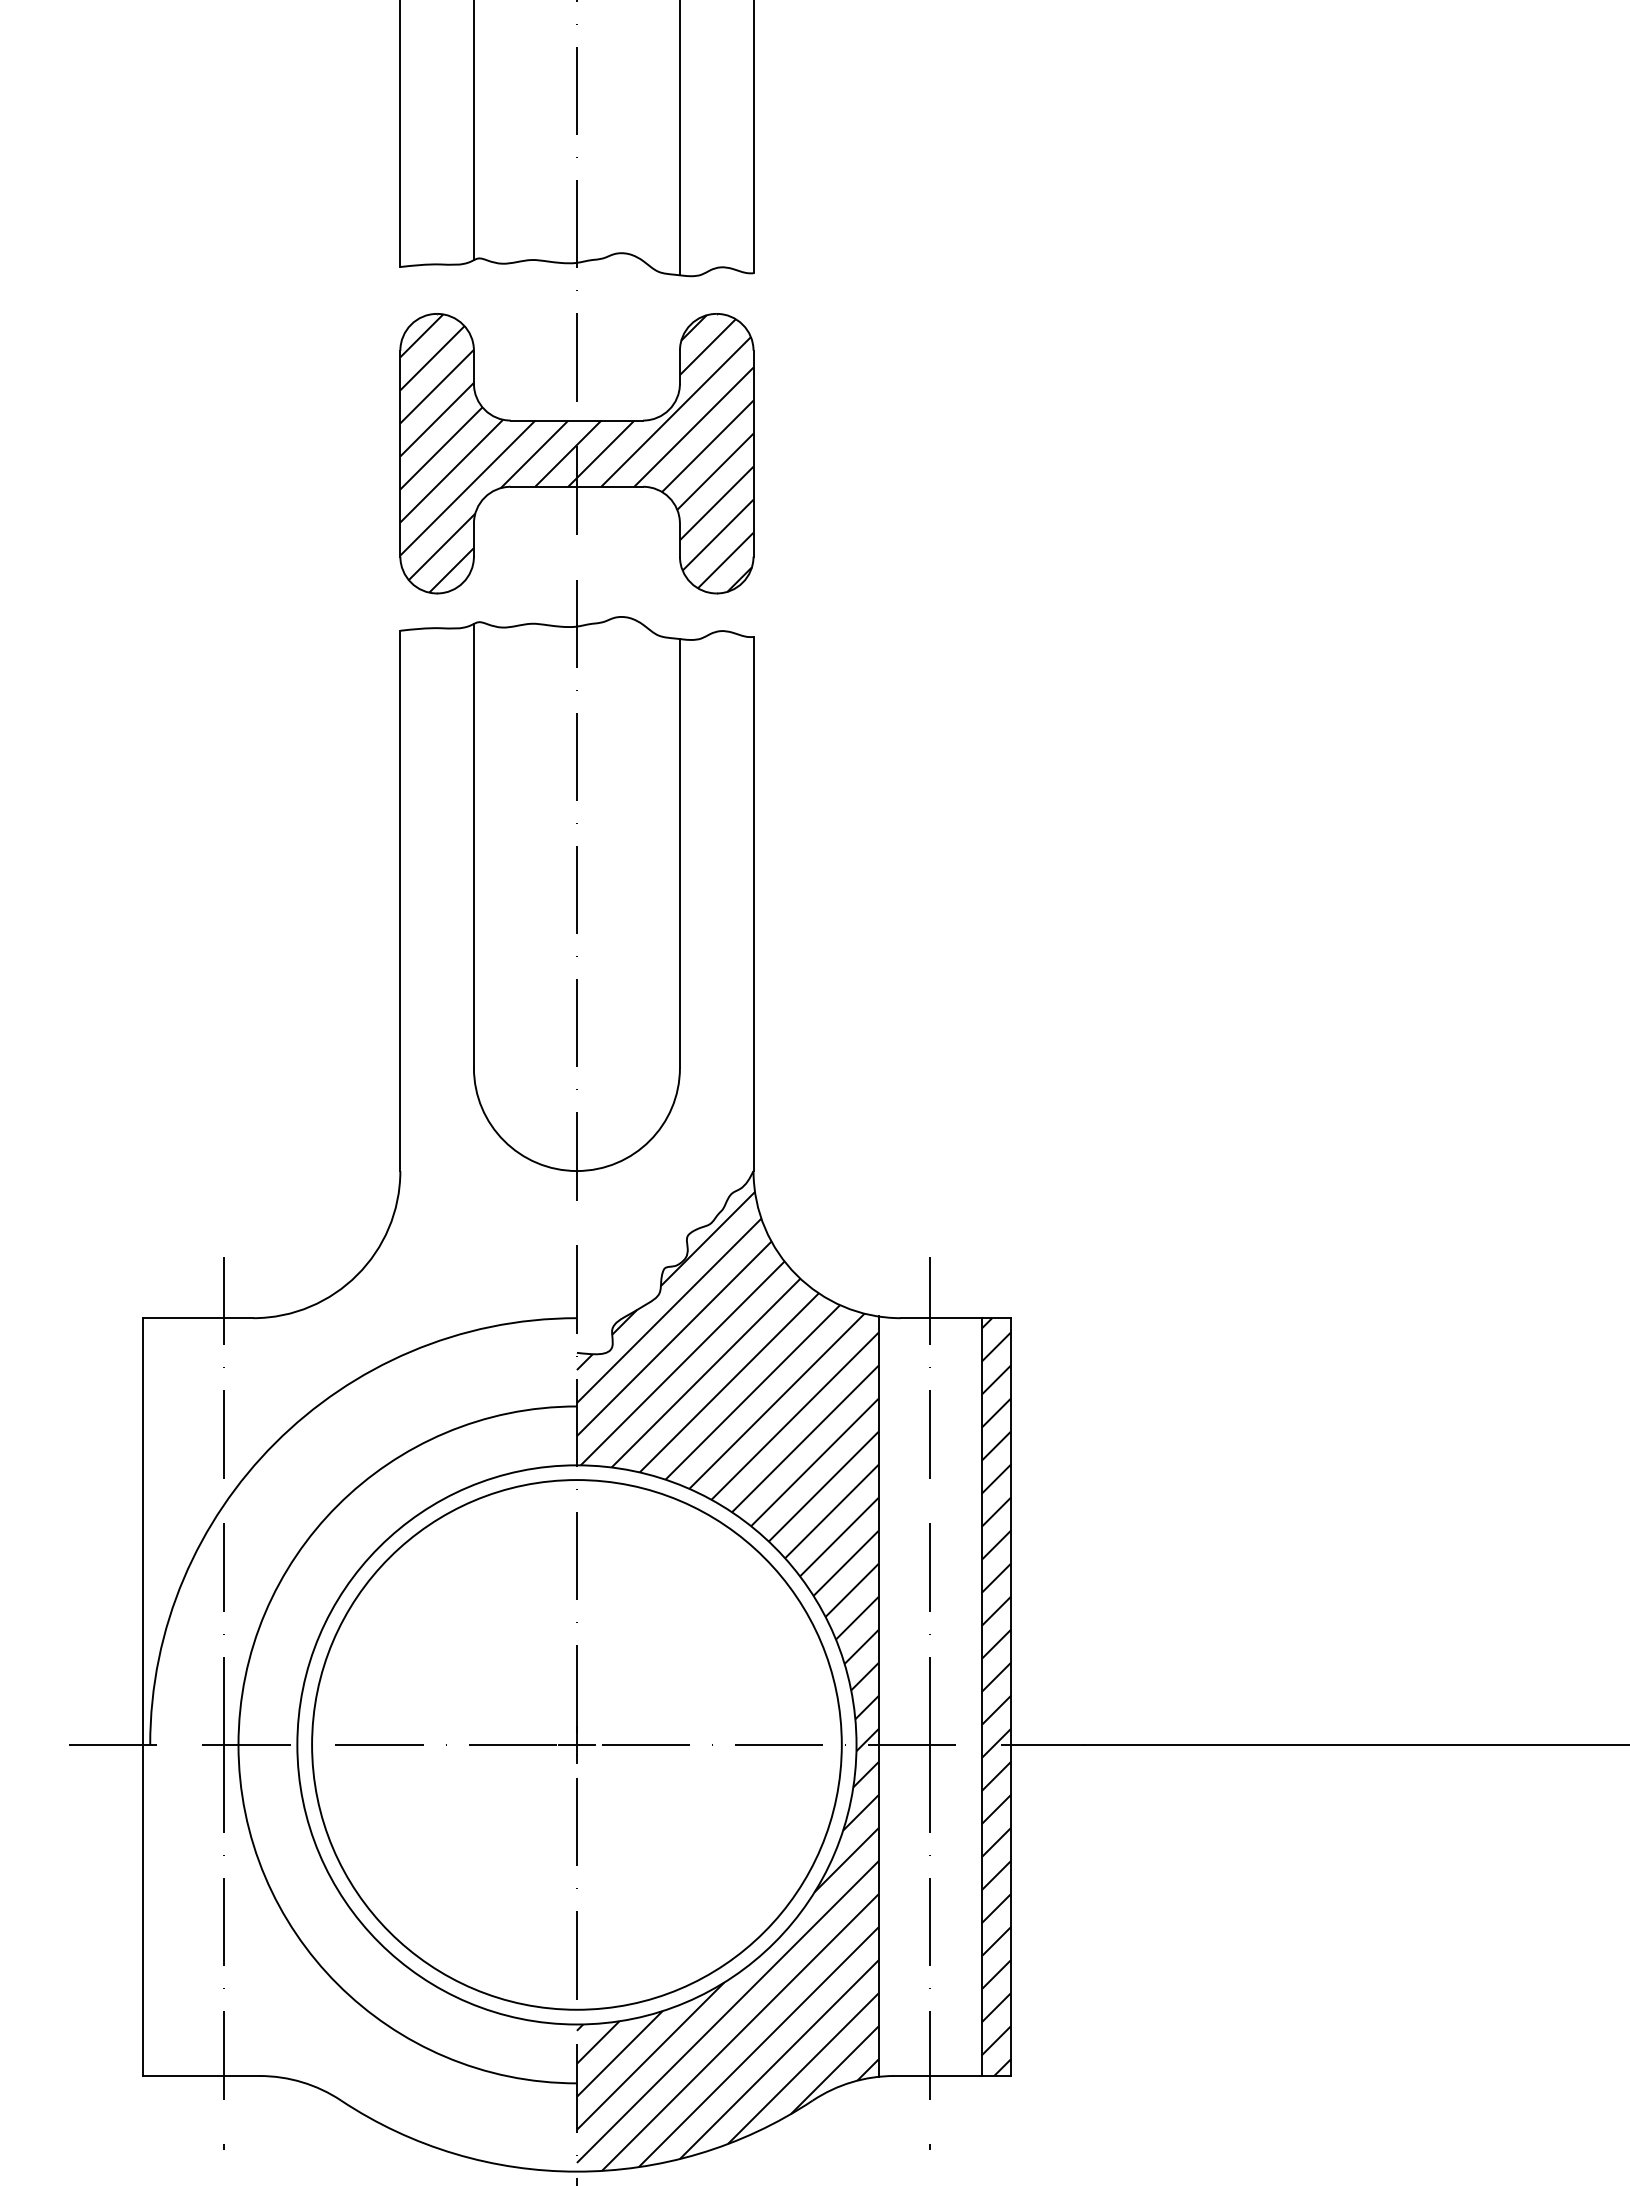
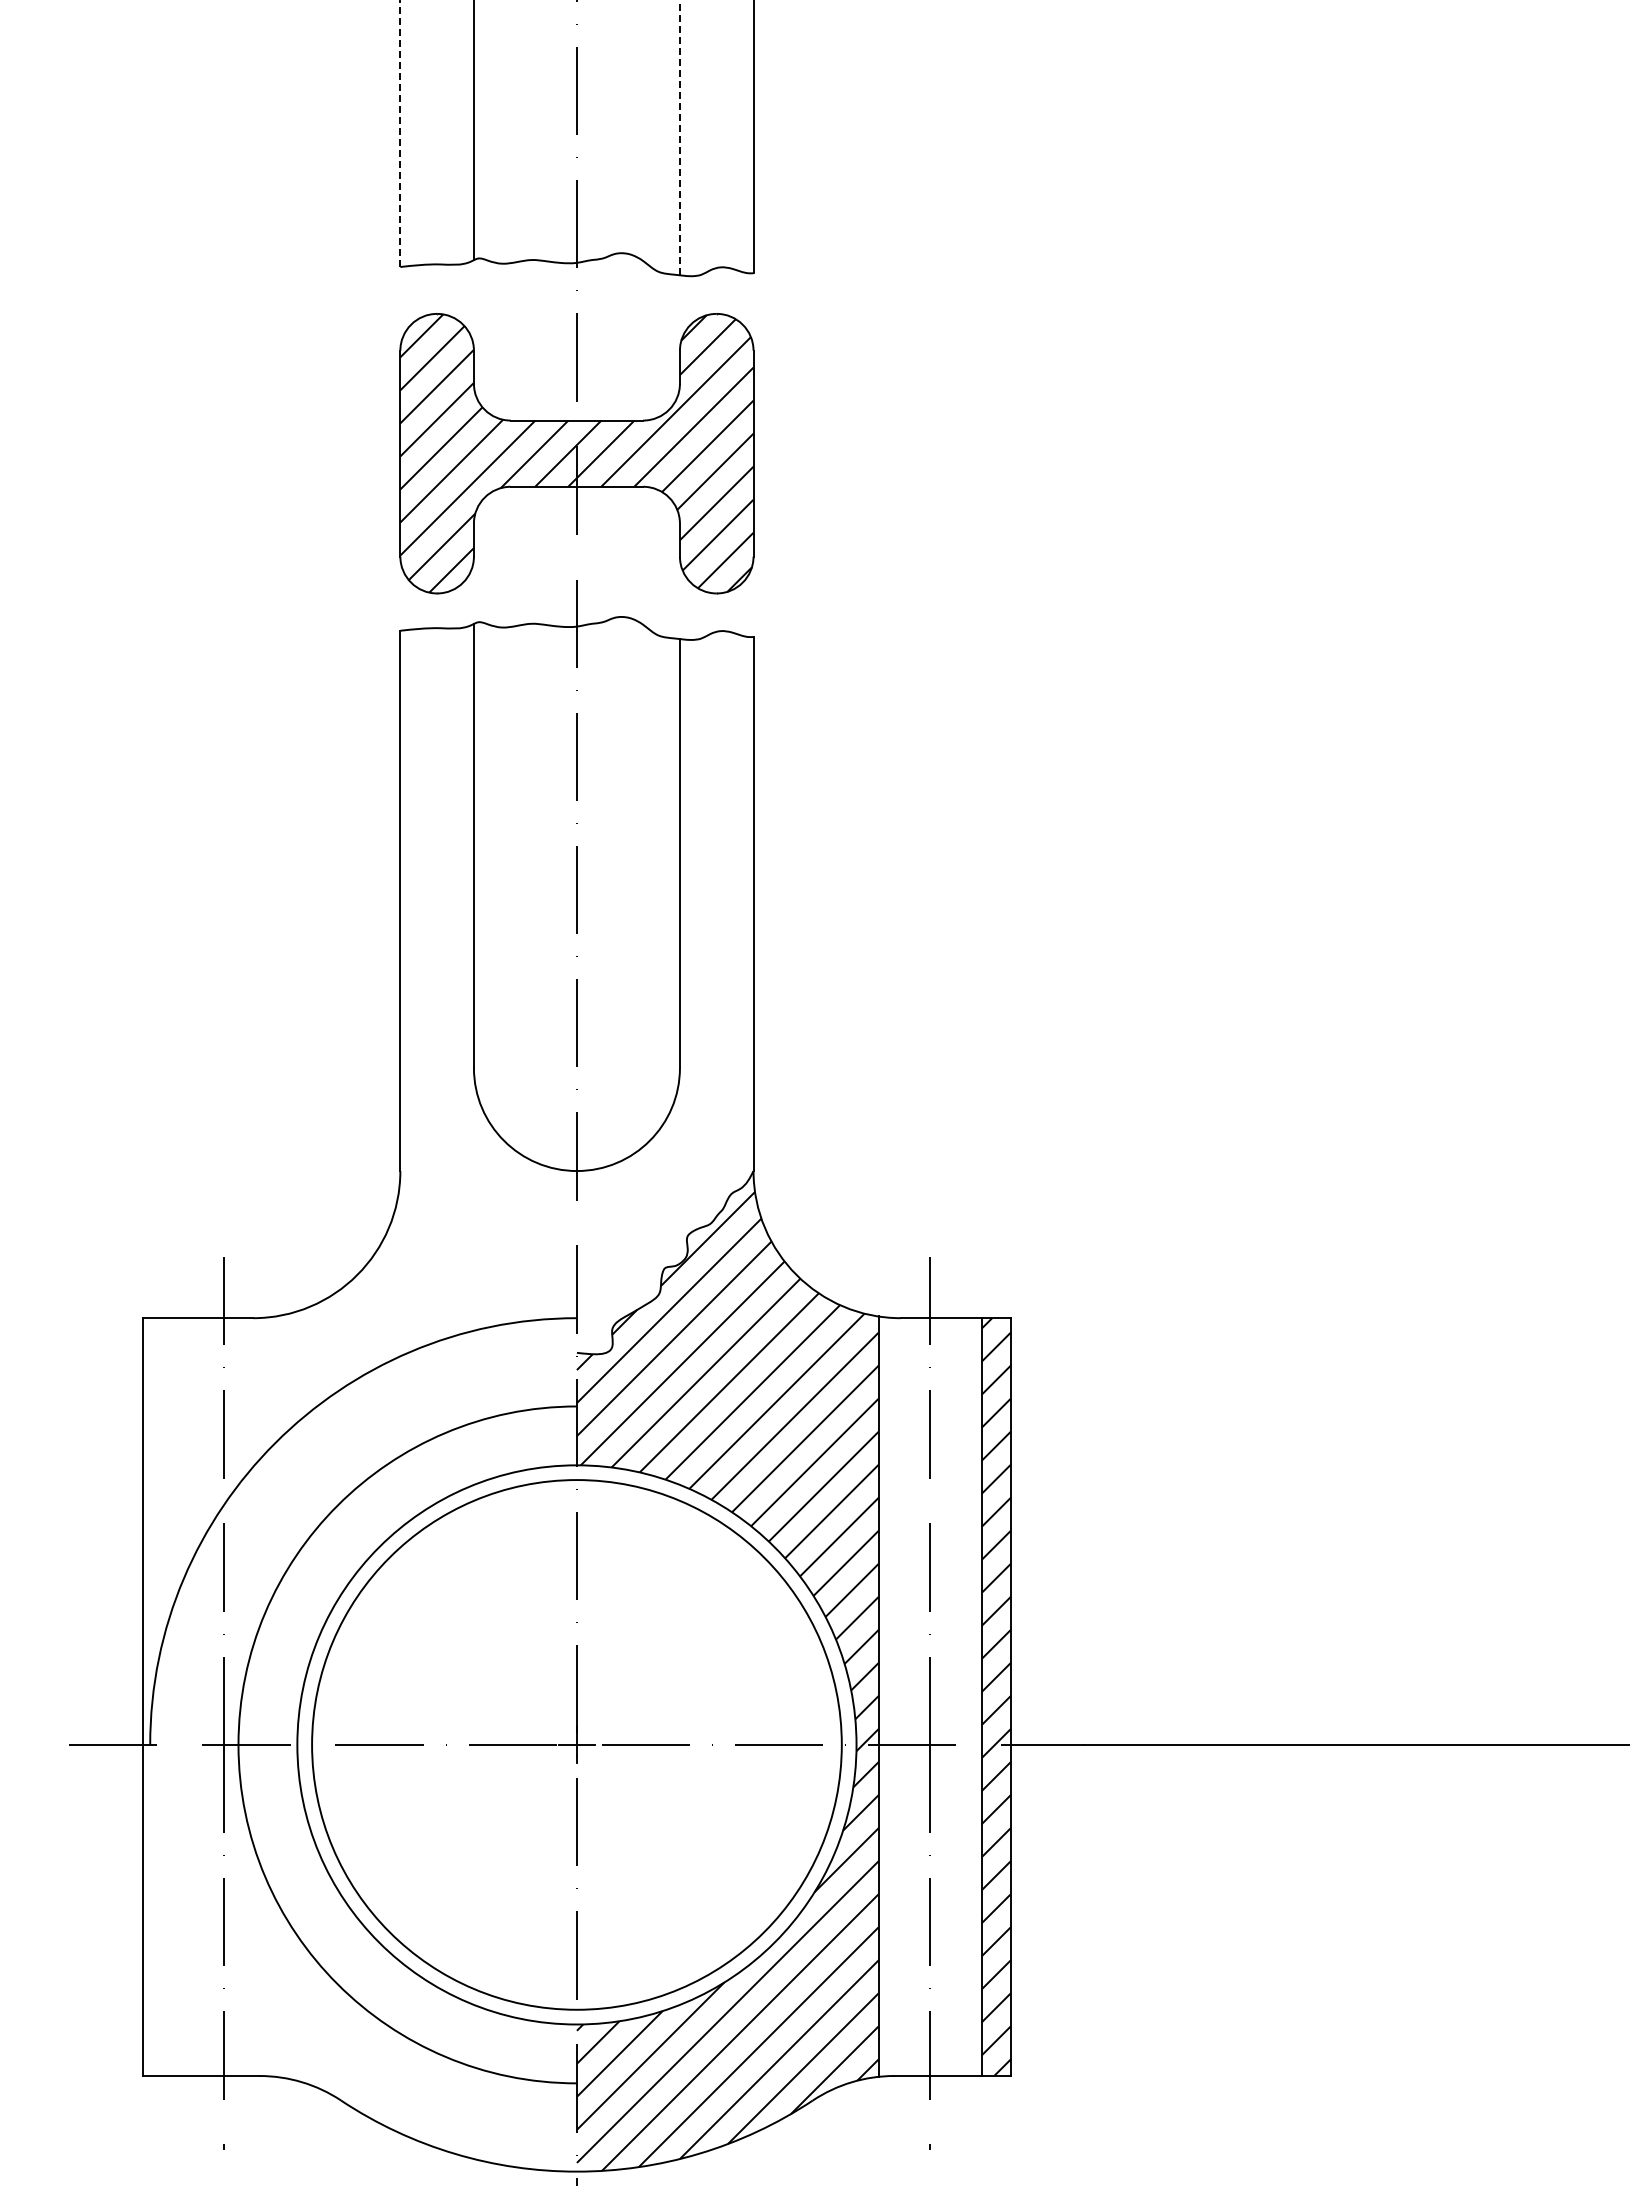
line at (400, 133): solid -> dashed
line at (679, 137): solid -> dashed
